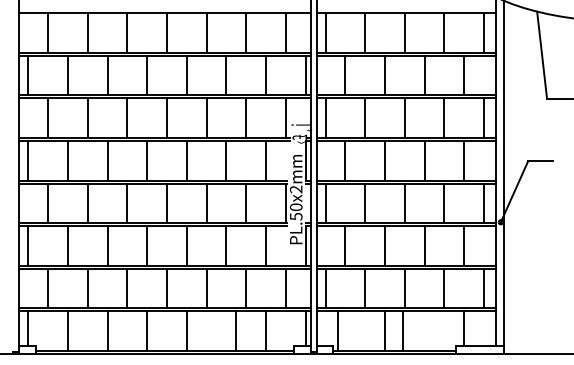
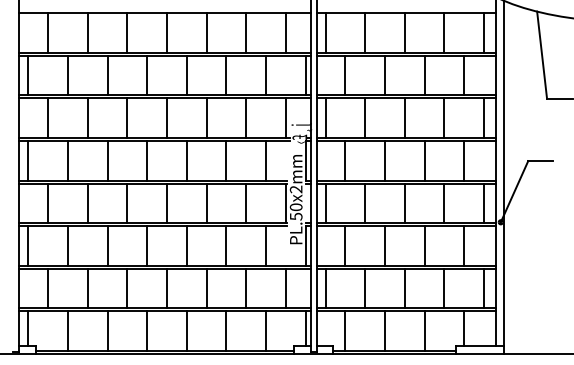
line at (236, 331) position: (236, 331) -> (226, 331)
line at (338, 331) position: (338, 331) -> (345, 331)
line at (402, 331) position: (402, 331) -> (424, 331)
